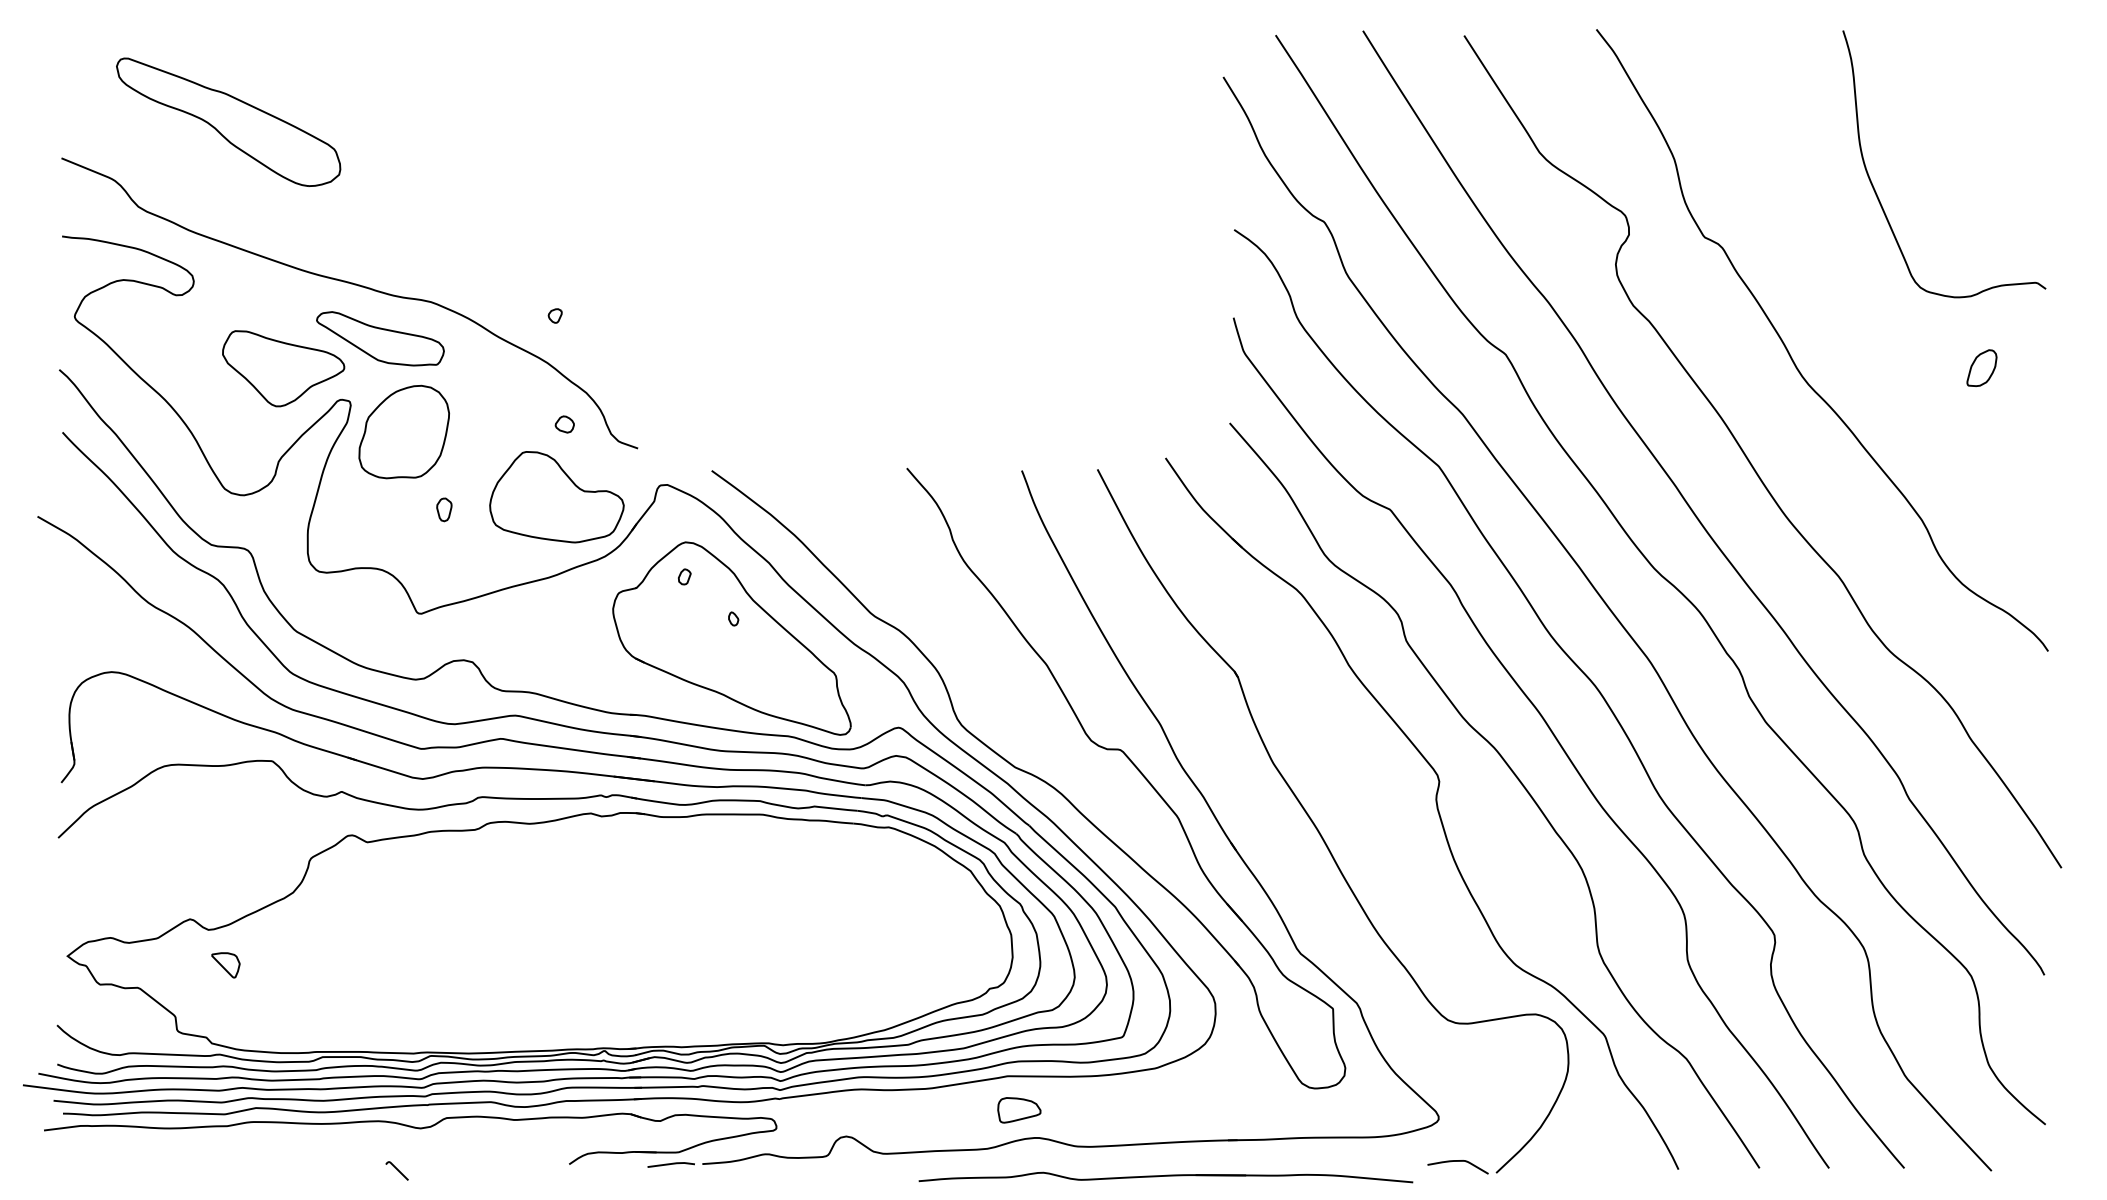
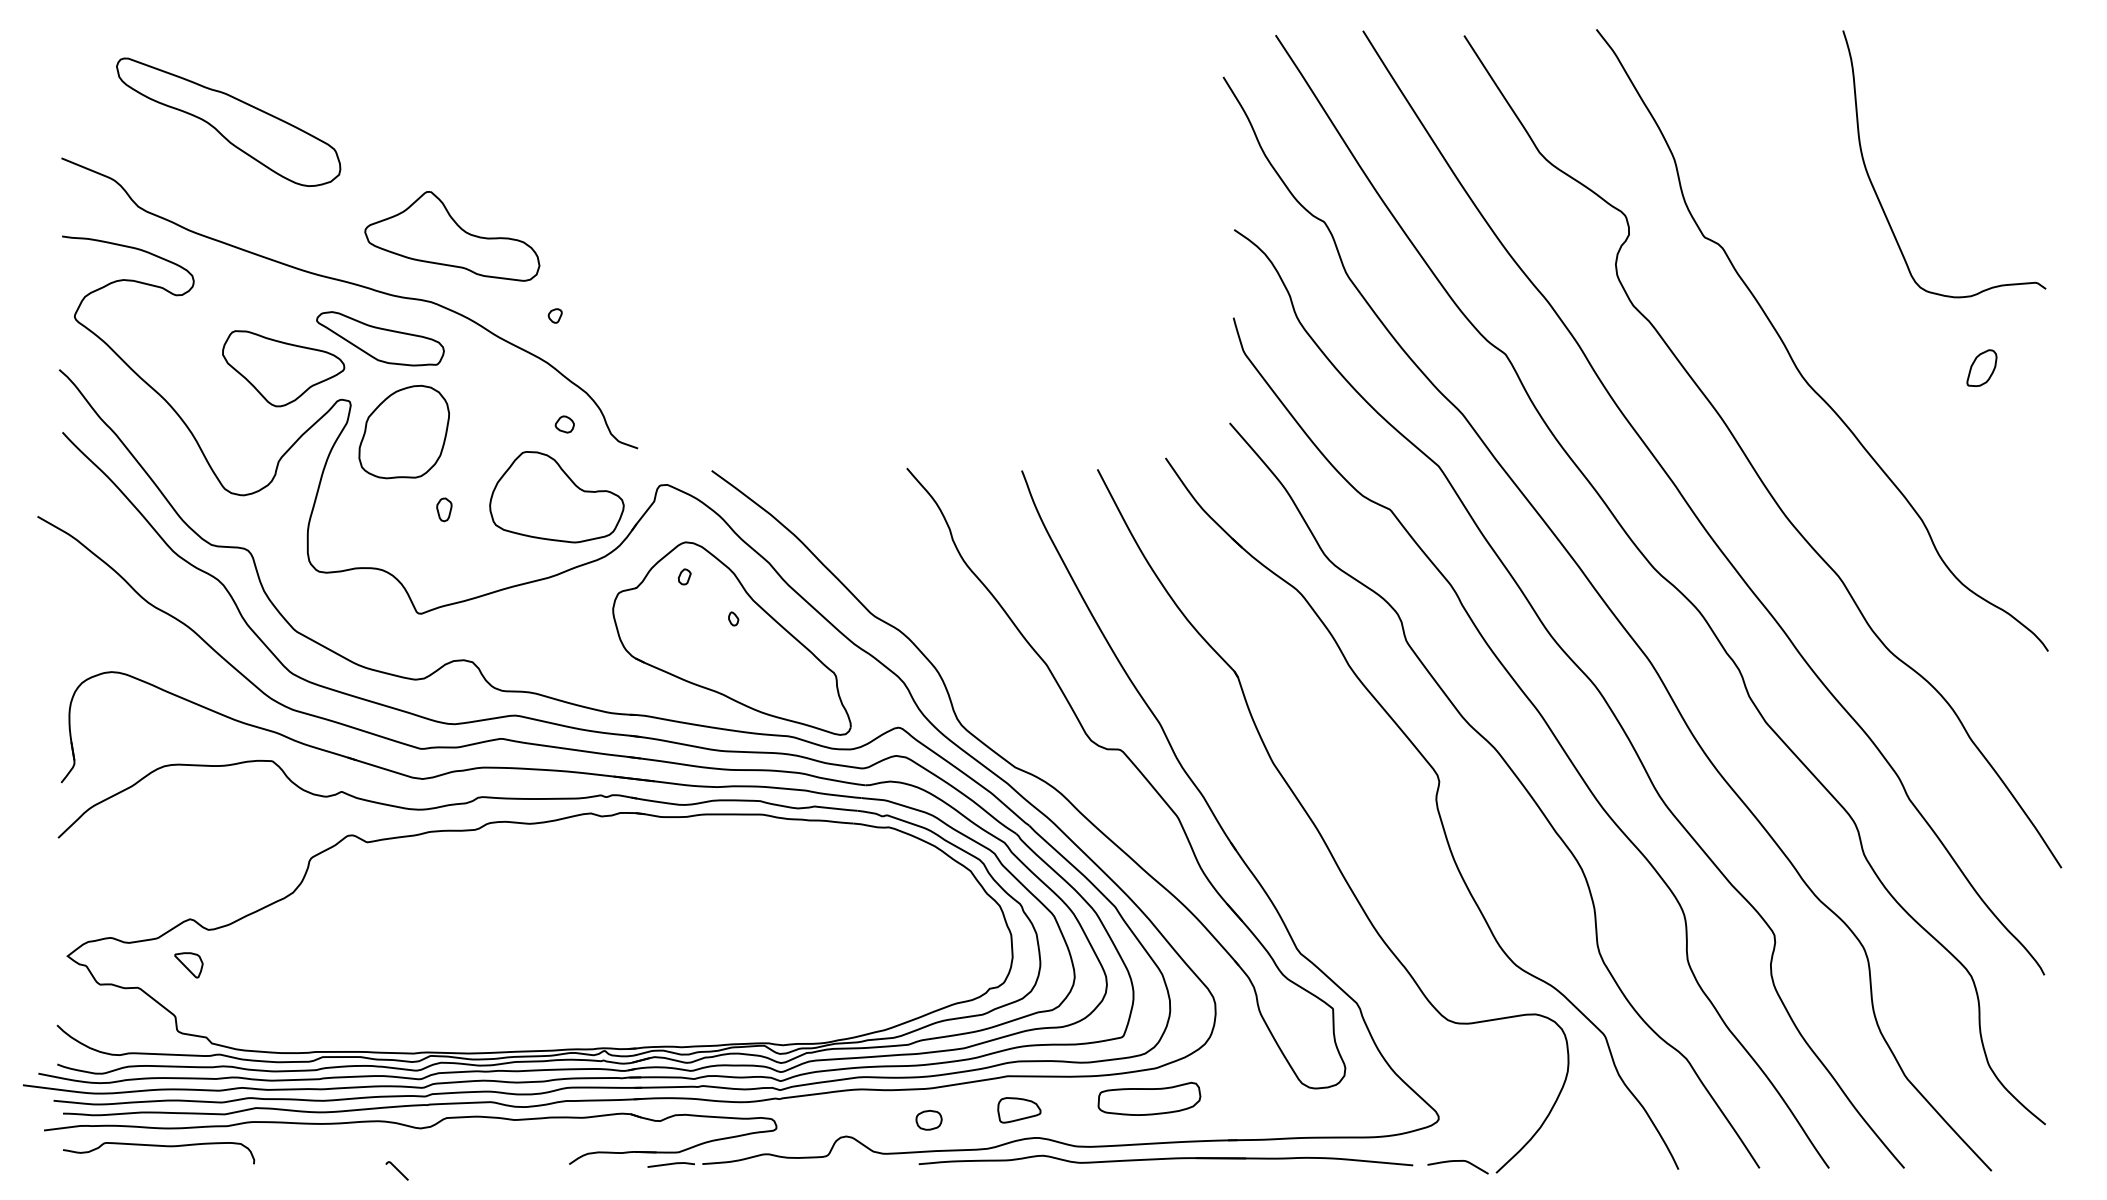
part at (452, 236): none -> present
part at (225, 965) position: (225, 965) -> (188, 965)
part at (1149, 1098): none -> present
part at (928, 1120): none -> present
curve at (159, 1146): none -> present
part at (1165, 1177) position: (1165, 1177) -> (1165, 1160)
